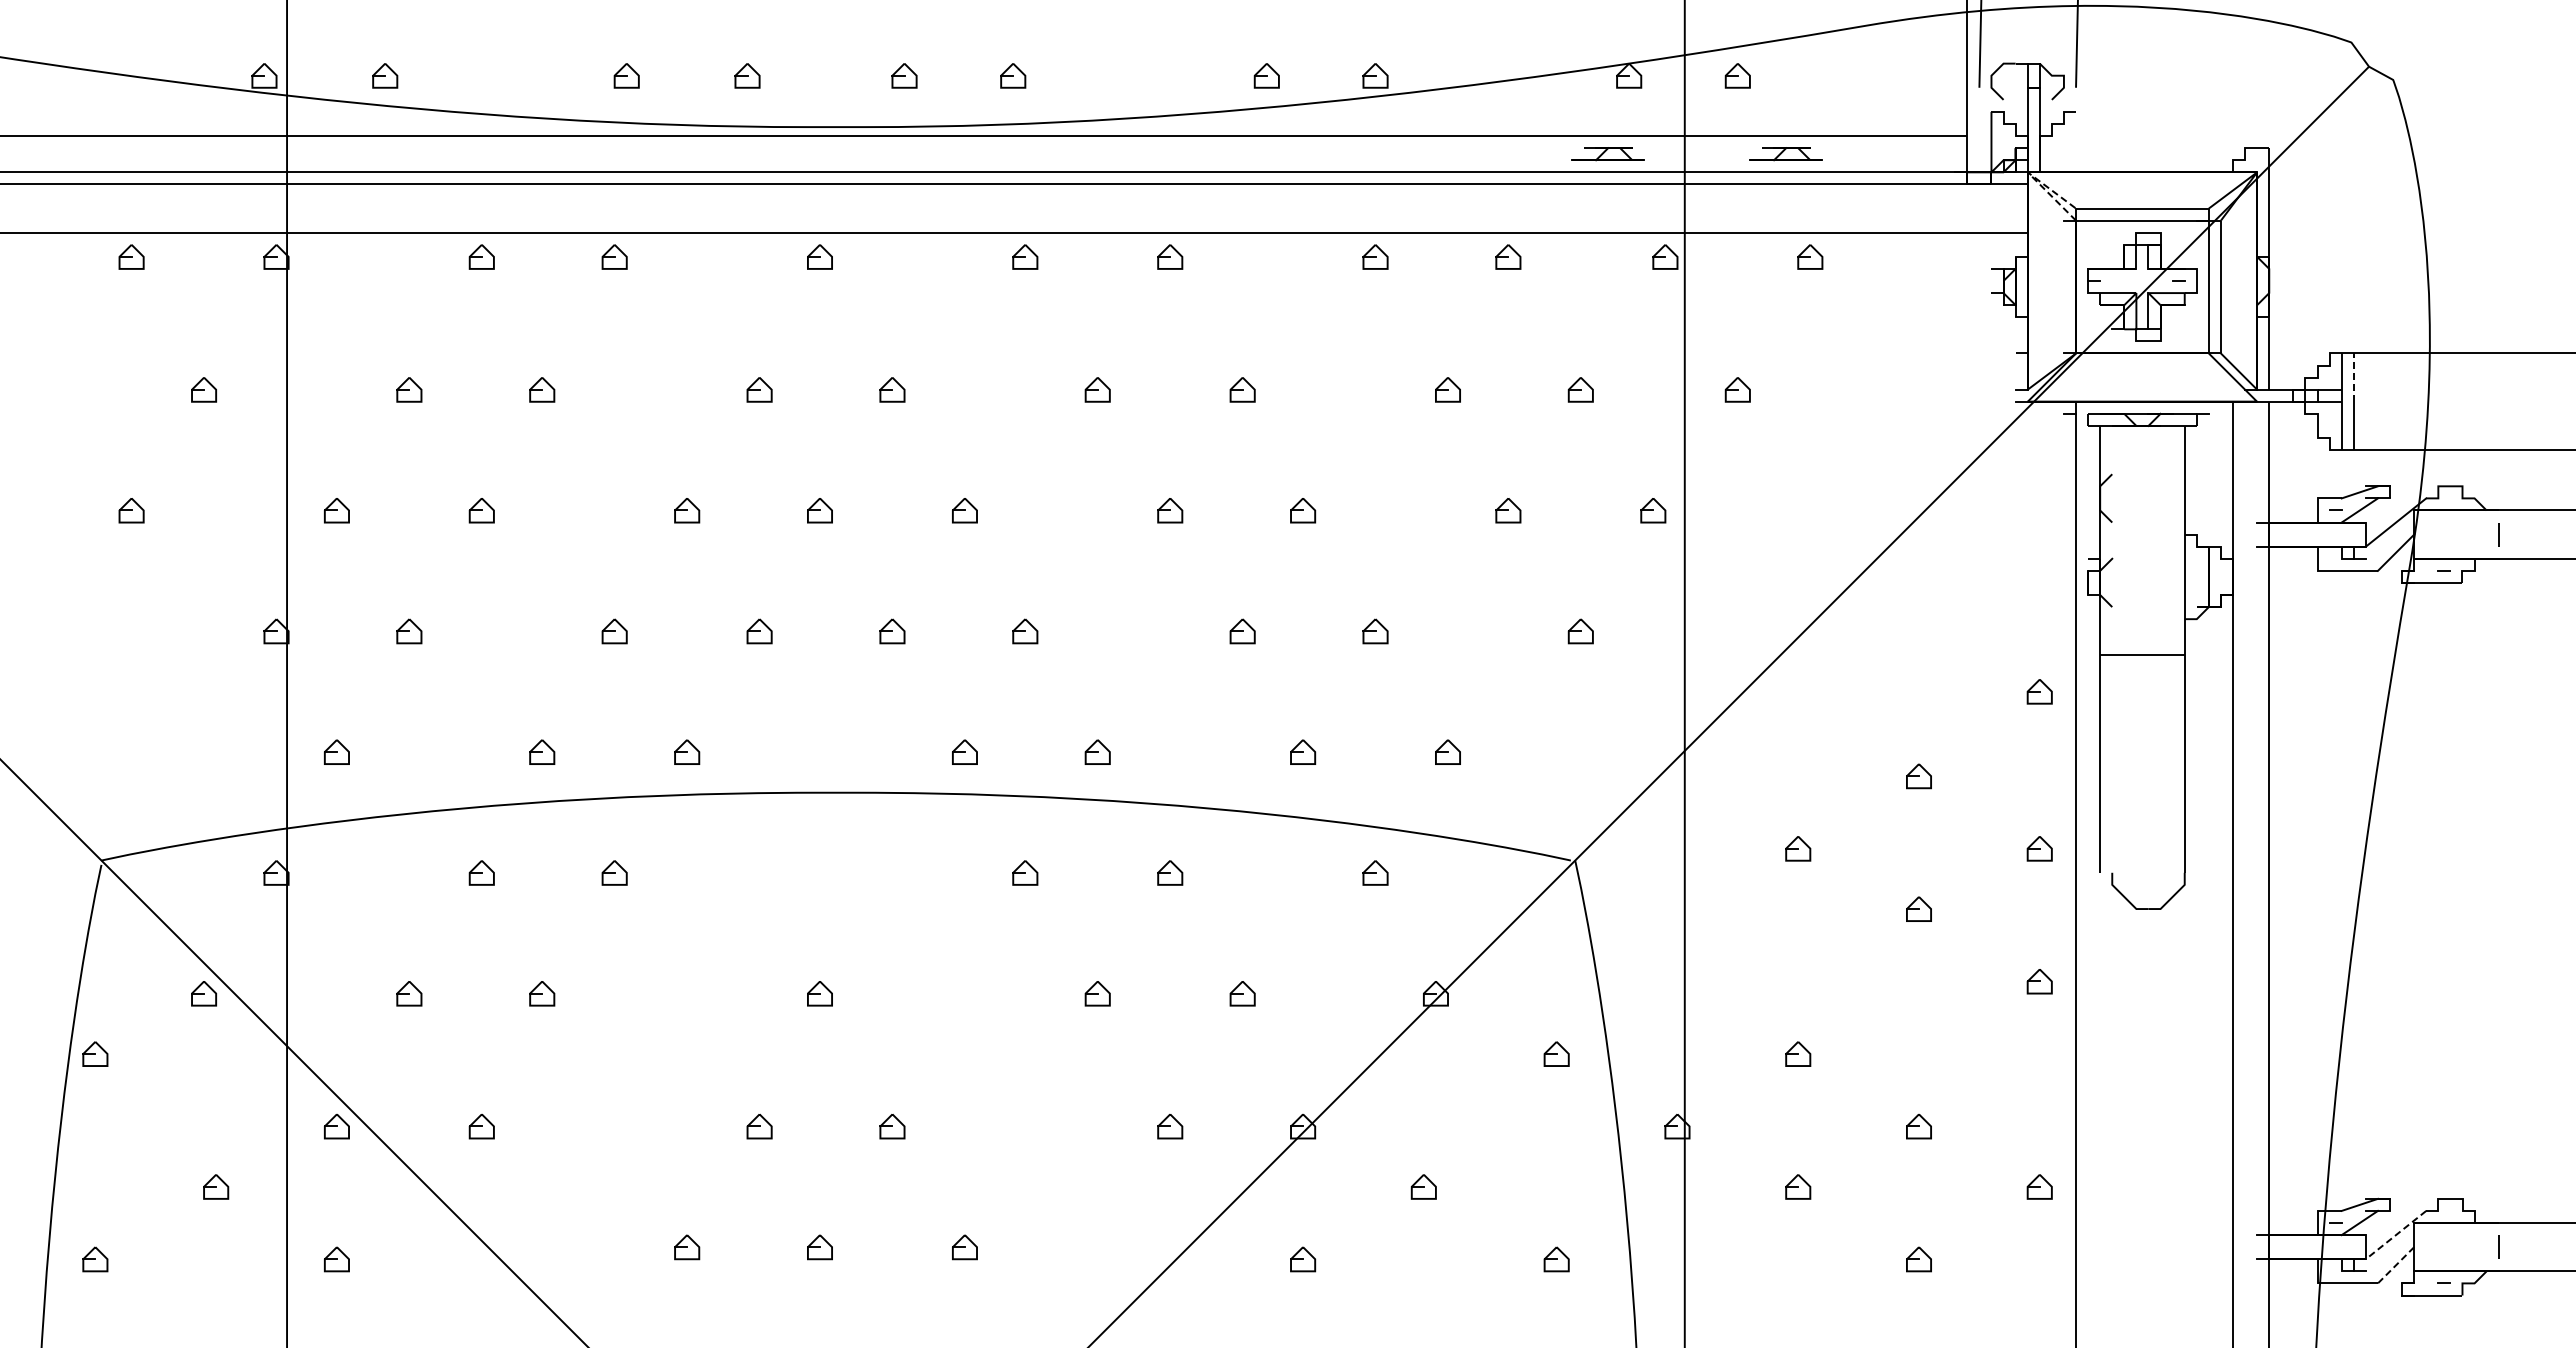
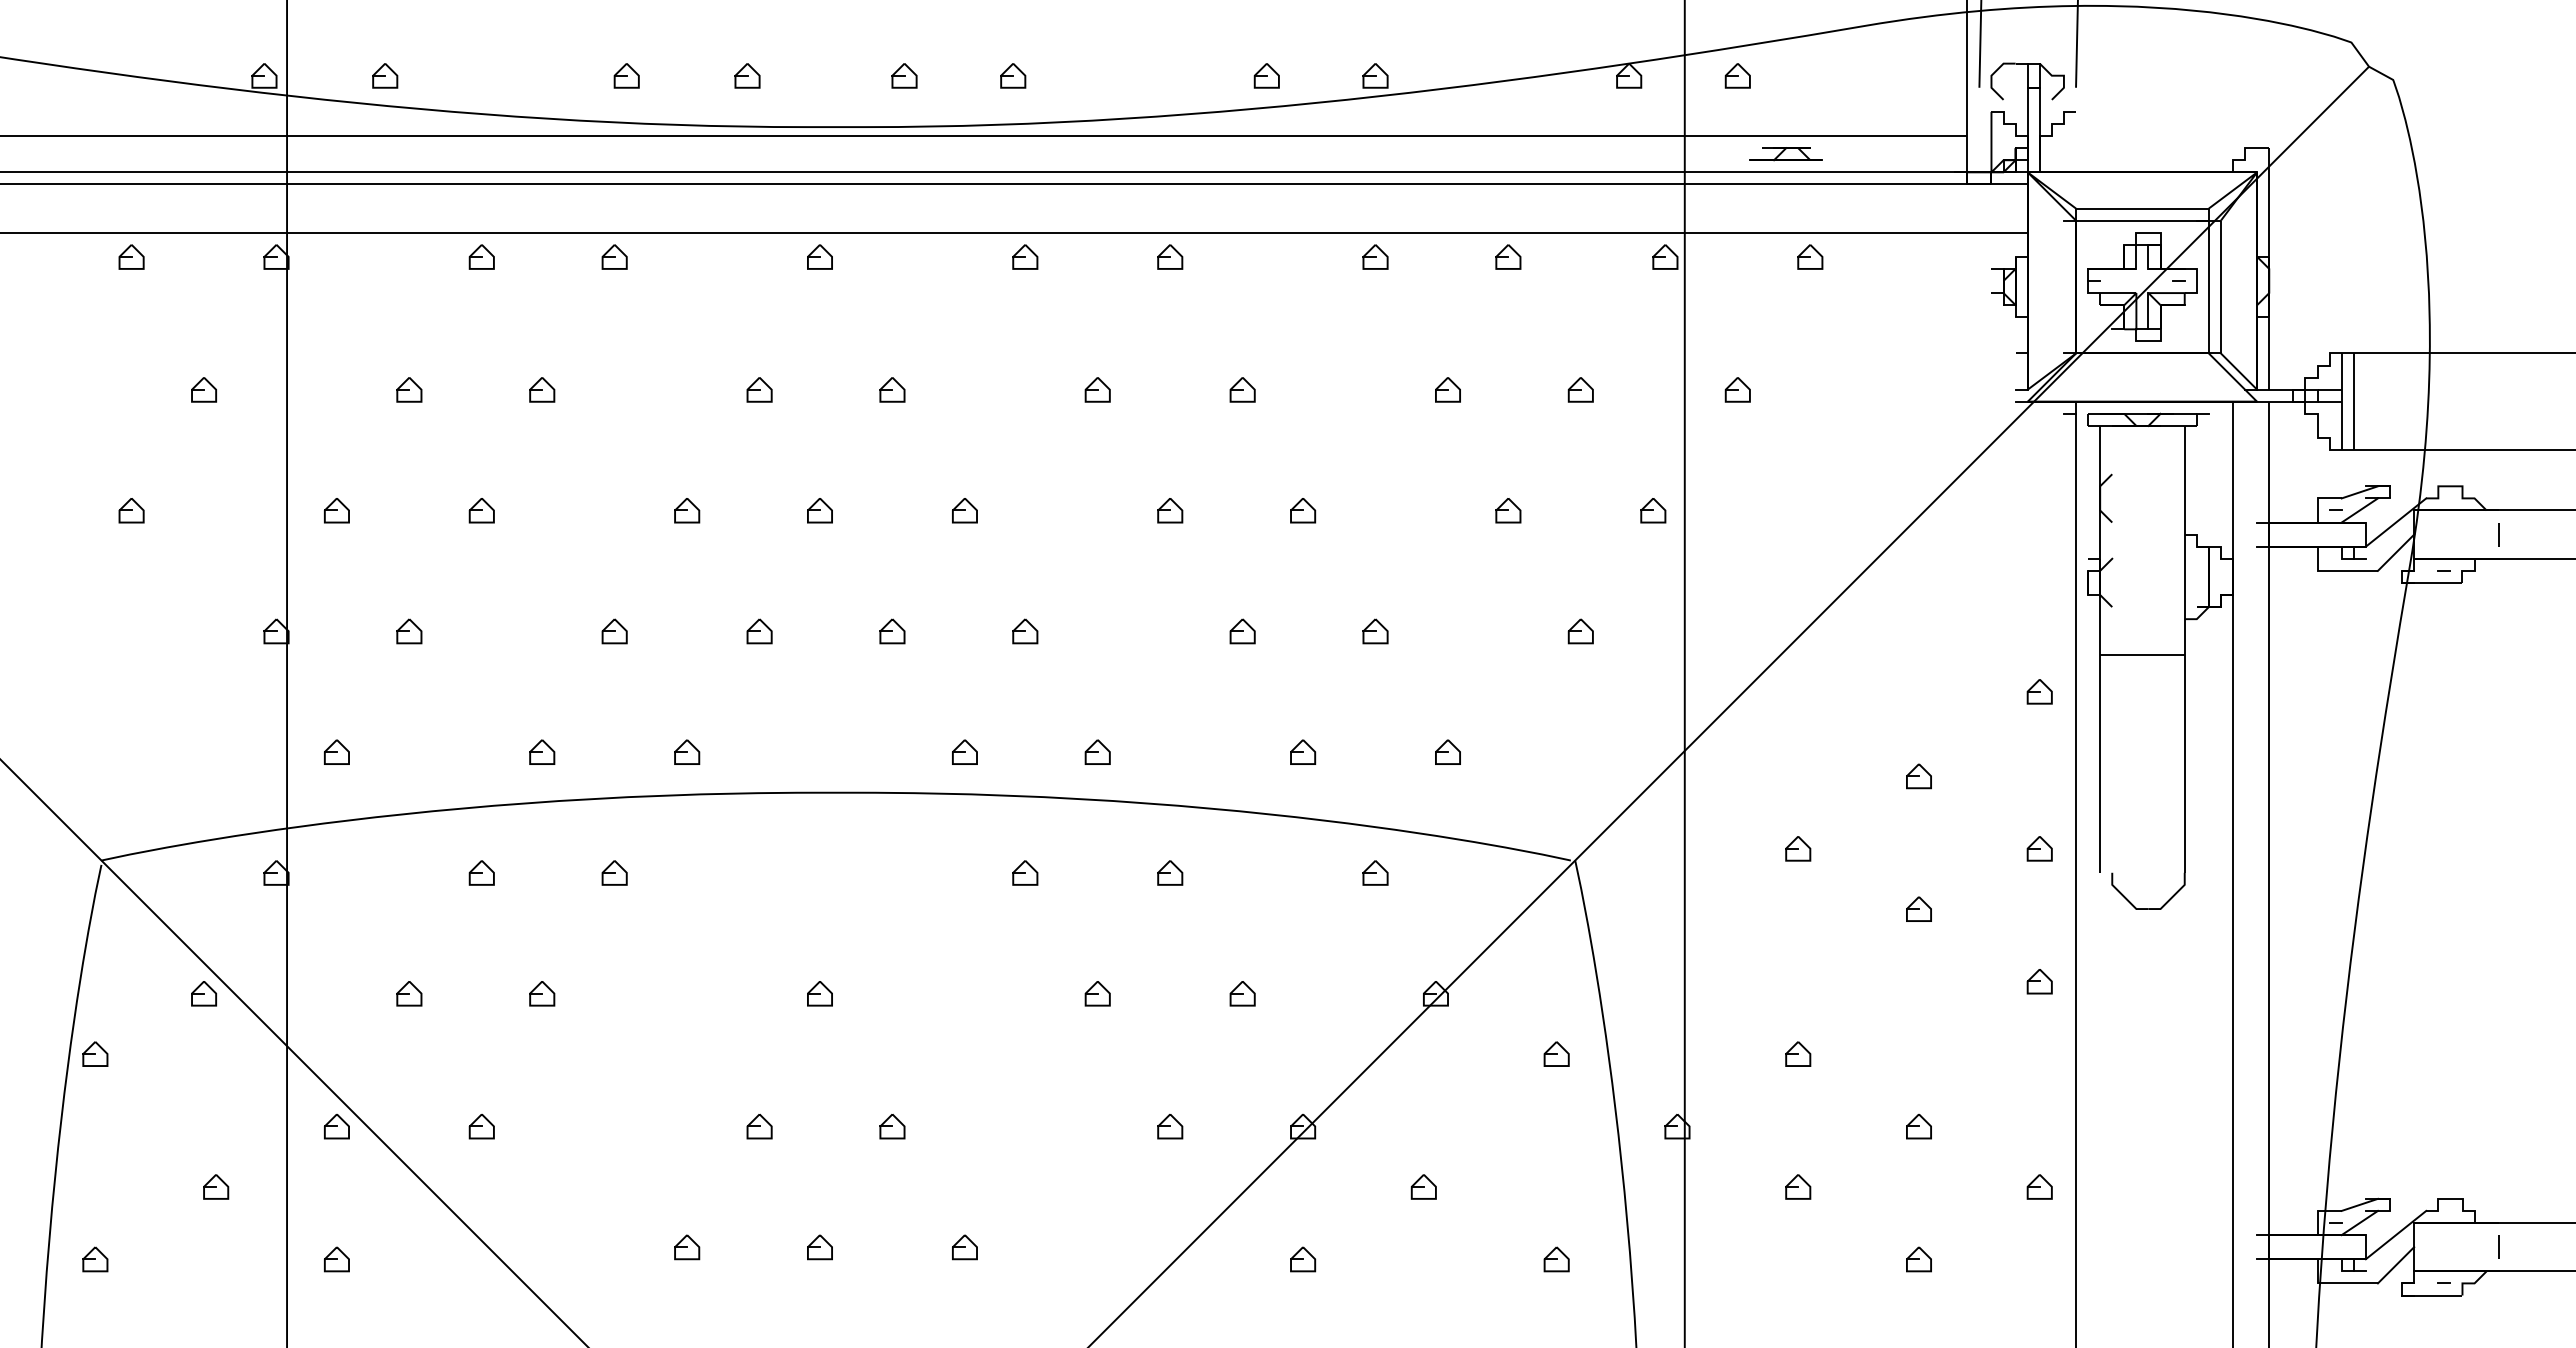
part at (1607, 154): present -> none
line at (2029, 174): dashed -> solid
line at (2353, 376): dashed -> solid
line at (2396, 1235): dashed -> solid
line at (2396, 1265): dashed -> solid
